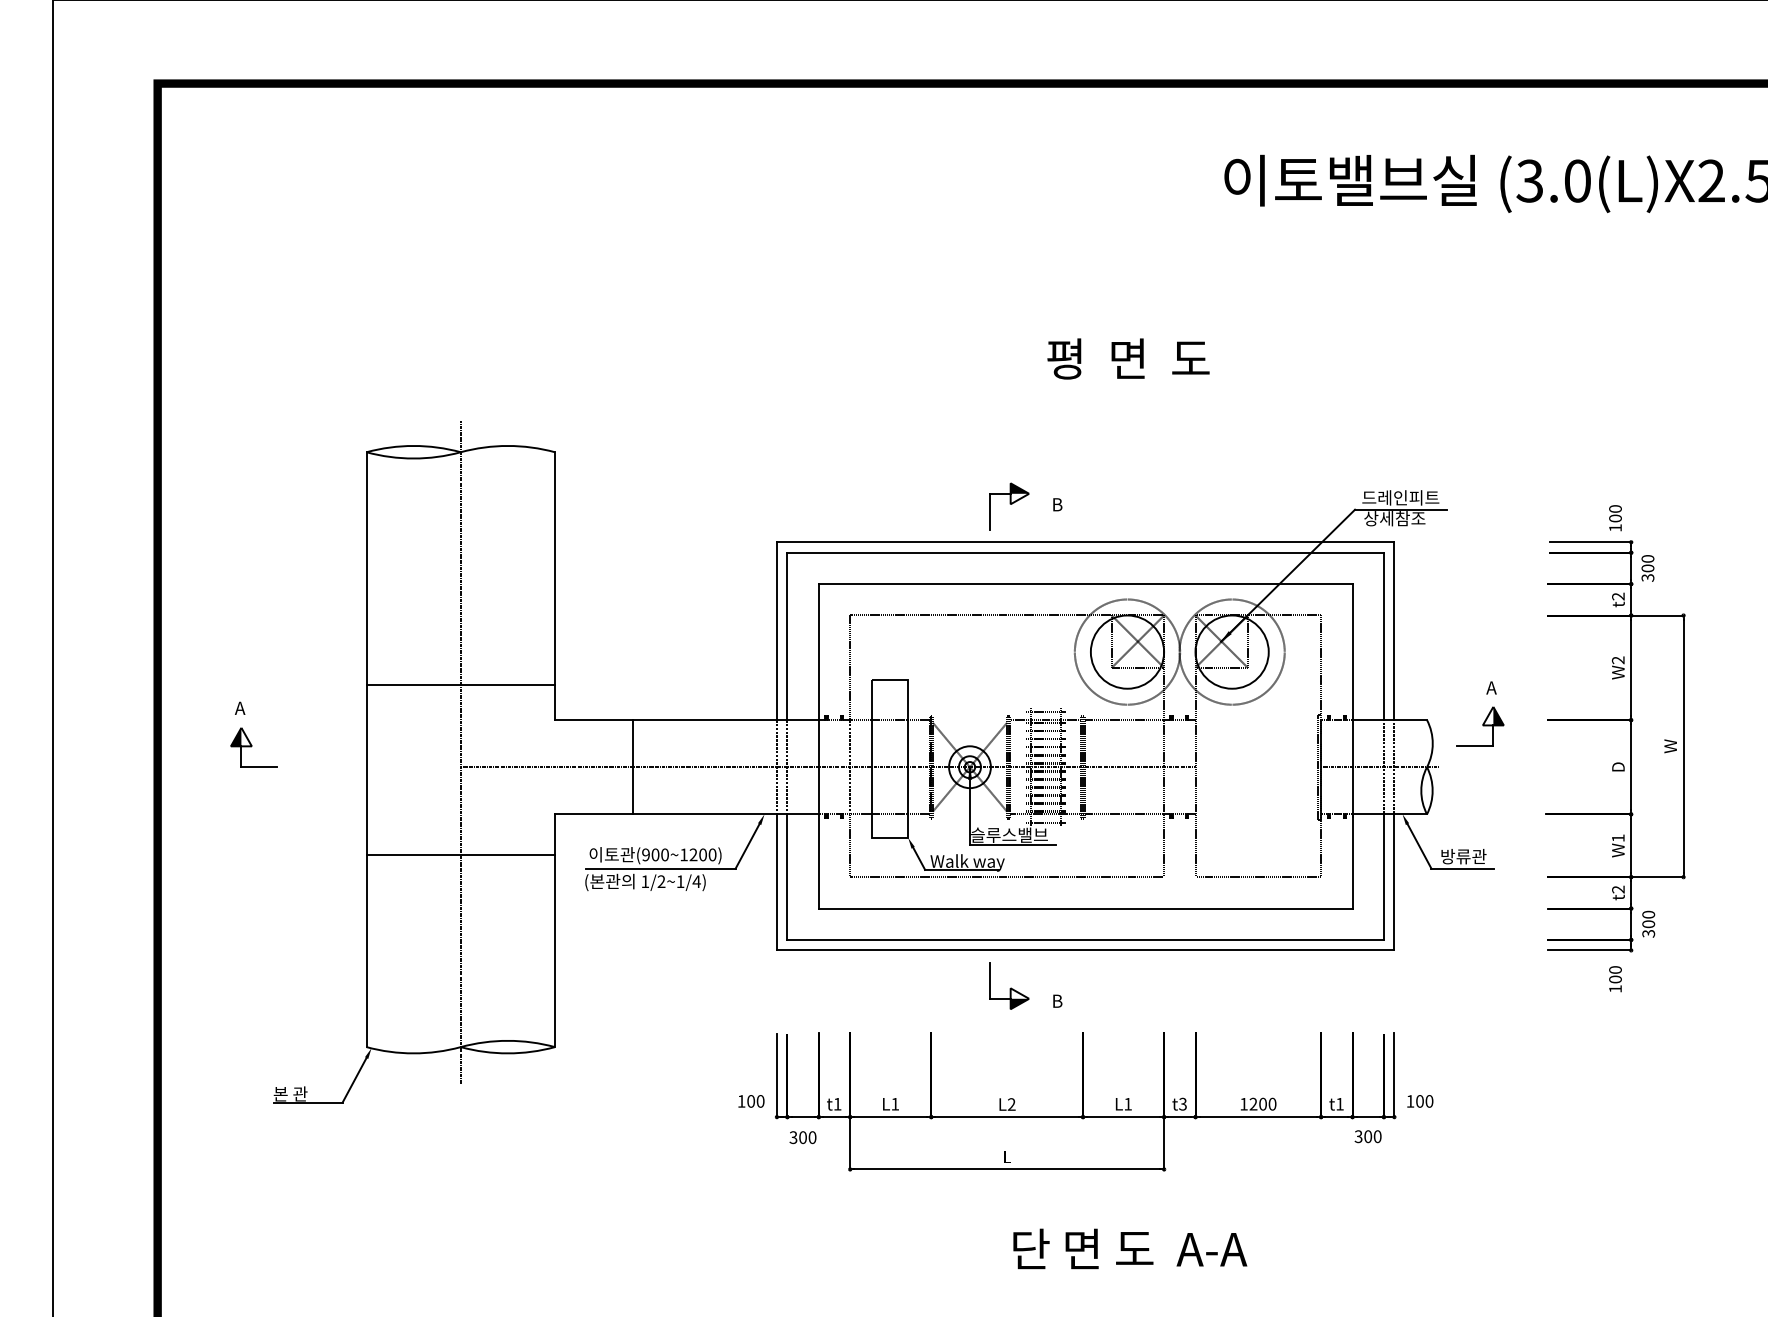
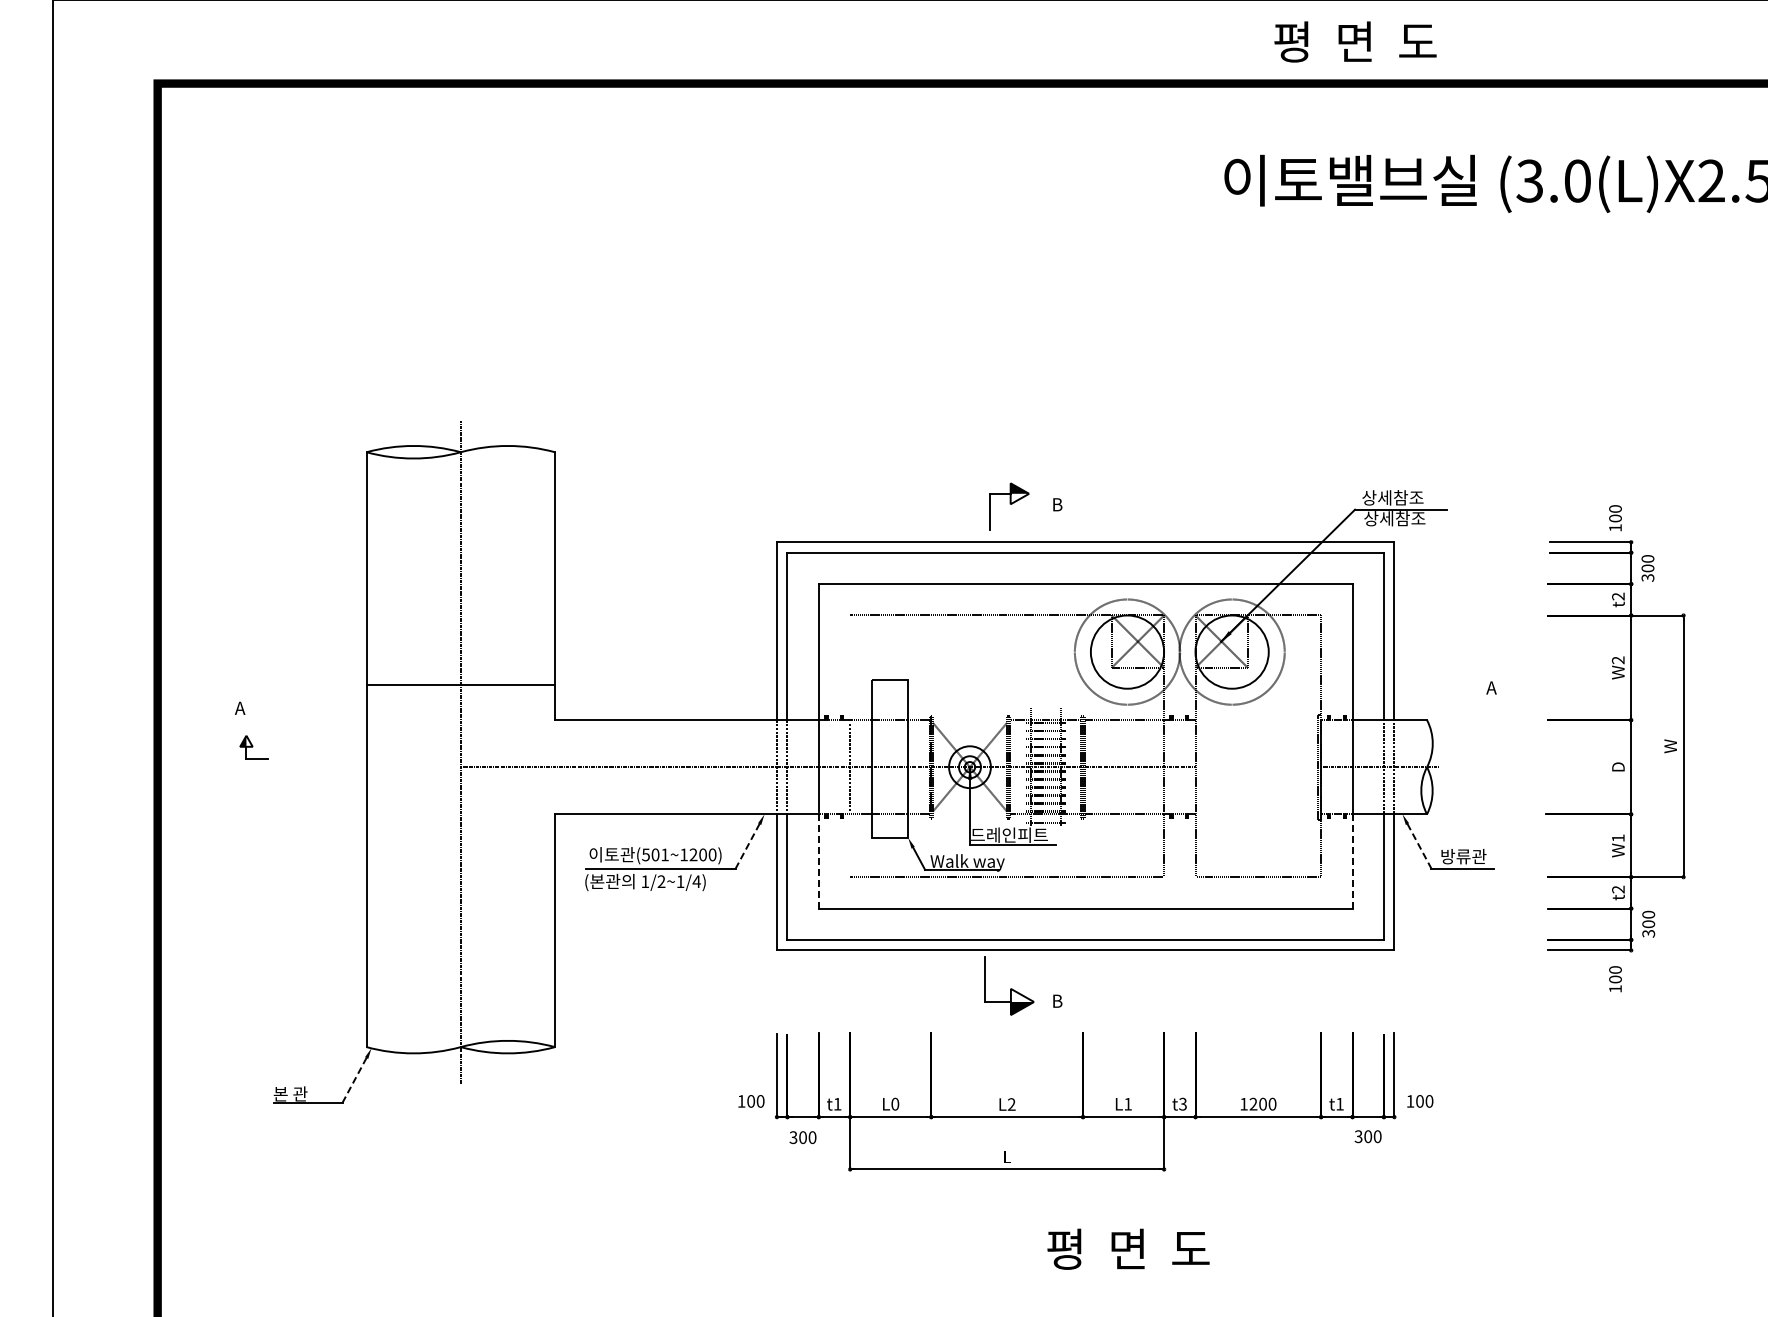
text at (1128, 358) position: (1128, 358) -> (1355, 41)
text at (1400, 497): 드레인피트 -> 상세참조
line at (850, 668): present -> none
line at (1045, 711): present -> none
part at (1480, 726): present -> none
part at (253, 747) size: 48x41 px -> 30x25 px
line at (633, 767): present -> none
text at (1008, 834): 슬루스밸브 -> 드레인피트
line at (850, 844): present -> none
line at (747, 846): solid -> dashed
line at (1419, 846): solid -> dashed
line at (460, 854): present -> none
text at (655, 854): (900~1200) -> (501~1200)
line at (818, 860): solid -> dashed
line at (1352, 860): solid -> dashed
part at (1009, 985) size: 41x48 px -> 51x60 px
line at (354, 1080): solid -> dashed
text at (895, 1103): L1 -> L0
text at (1130, 1248): 단 면 도  A-A -> 평  면  도
